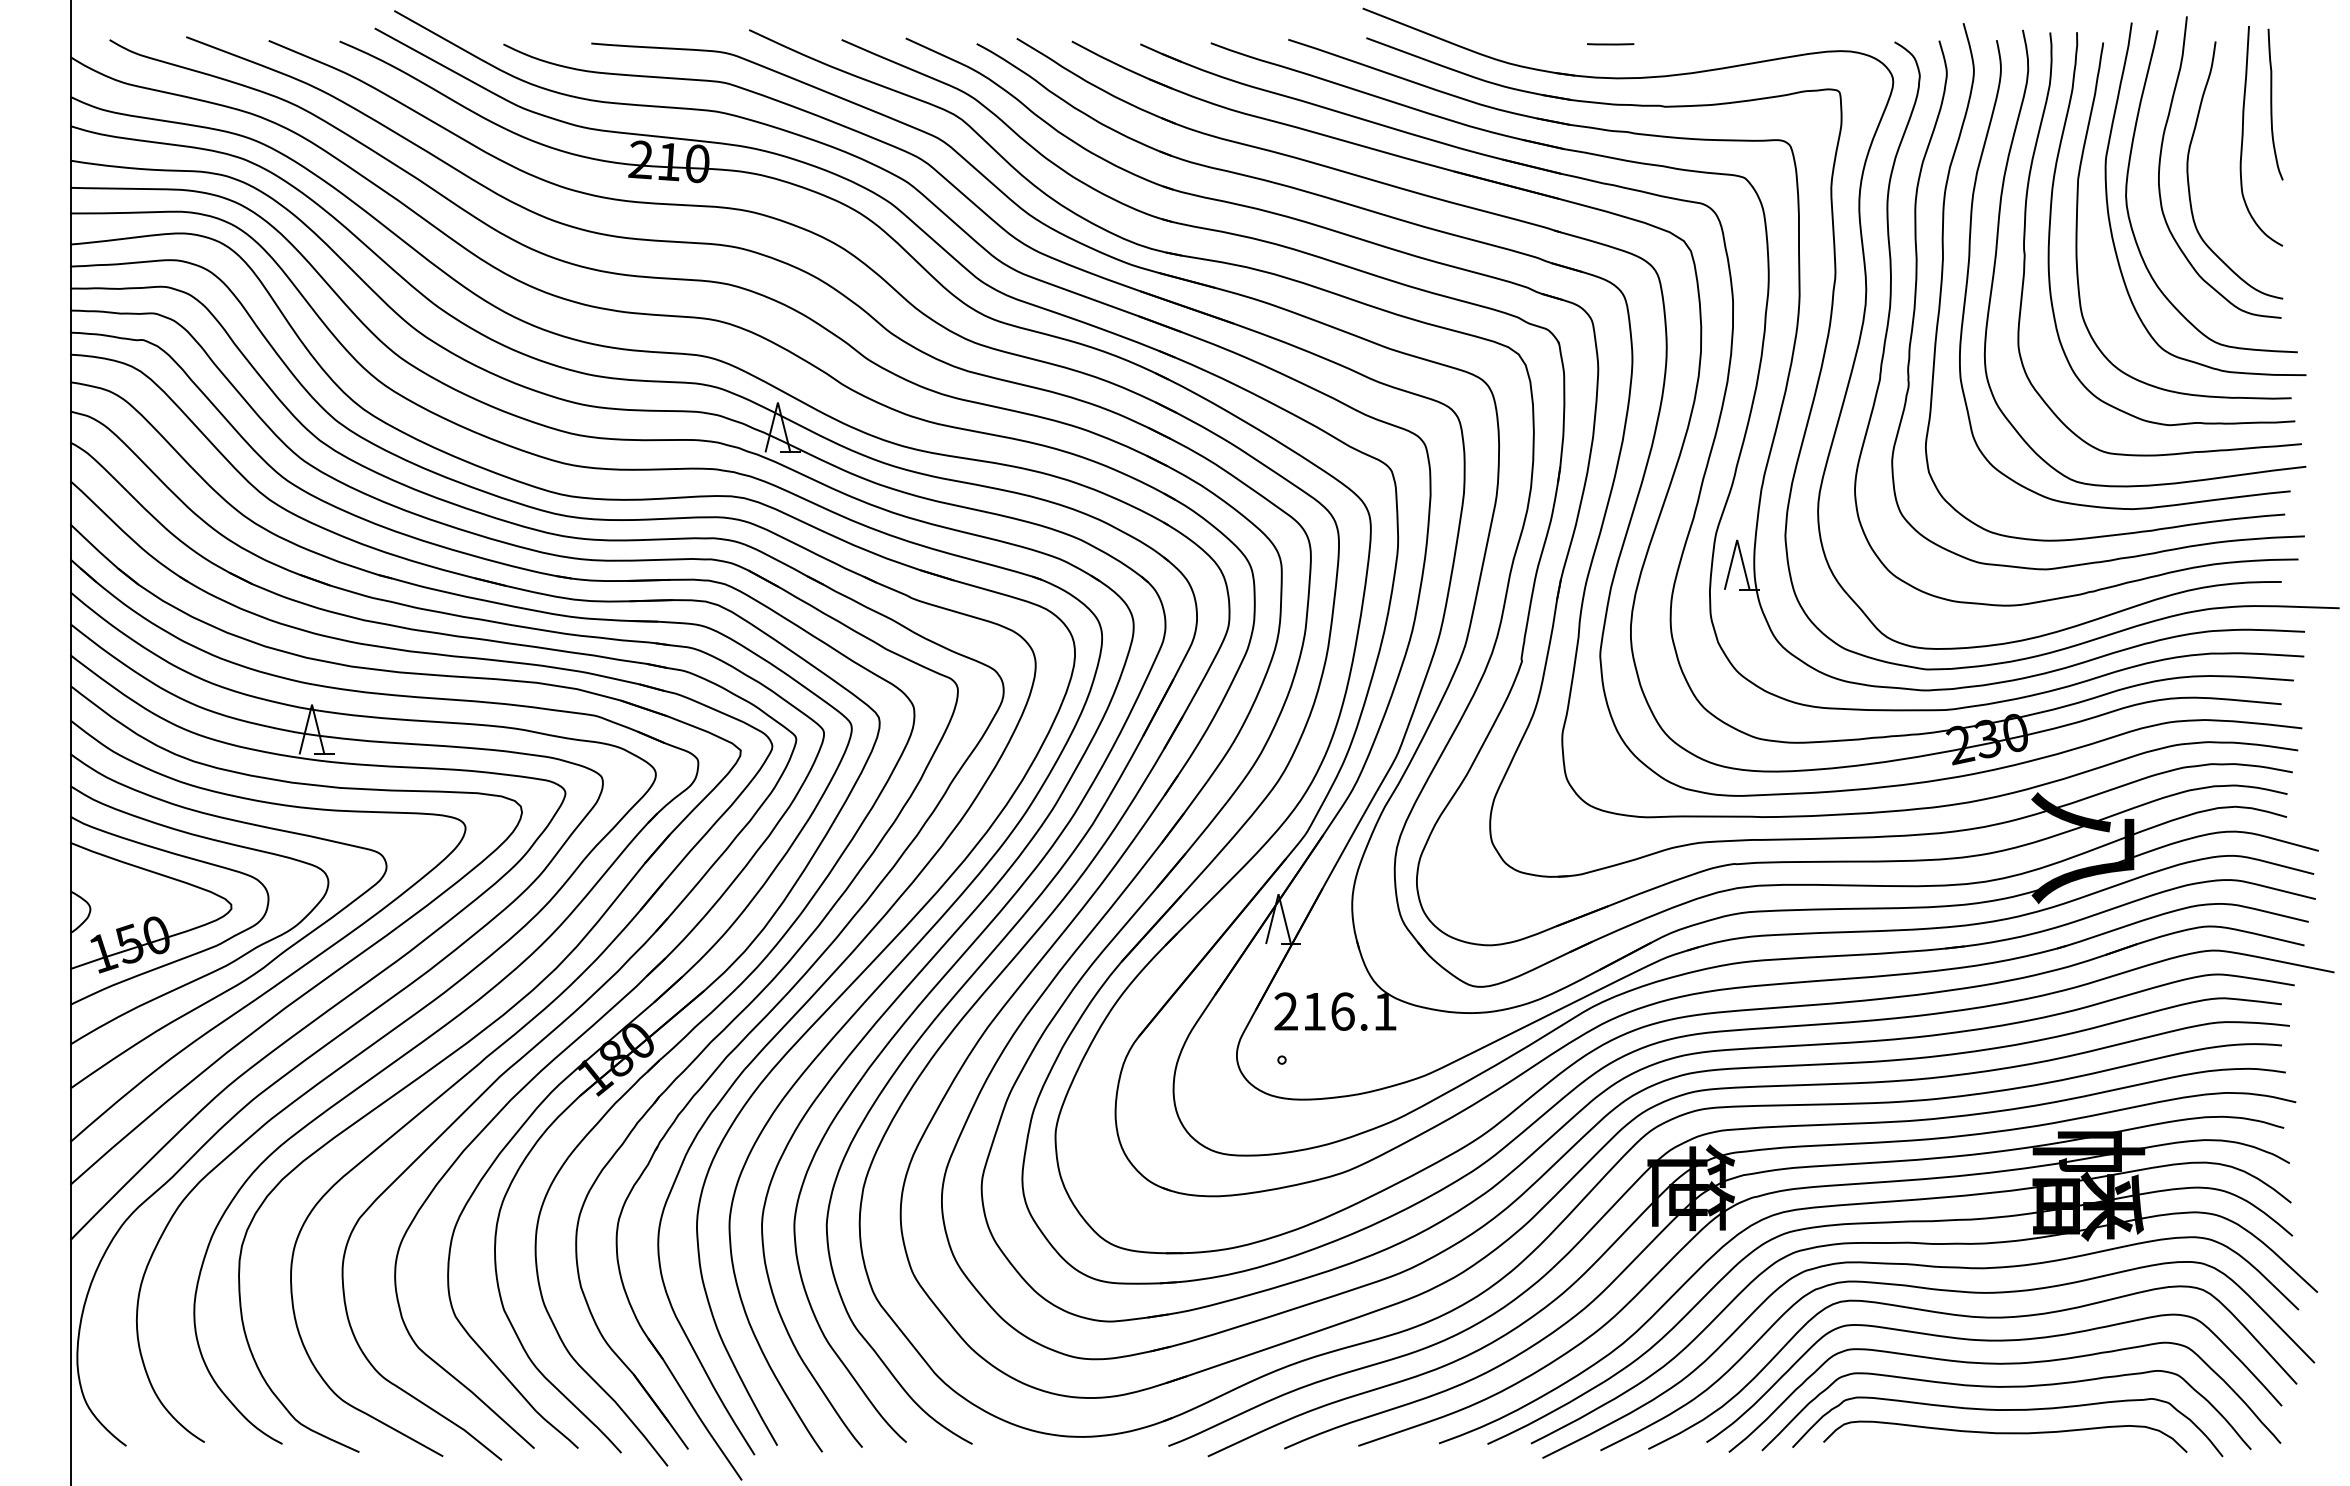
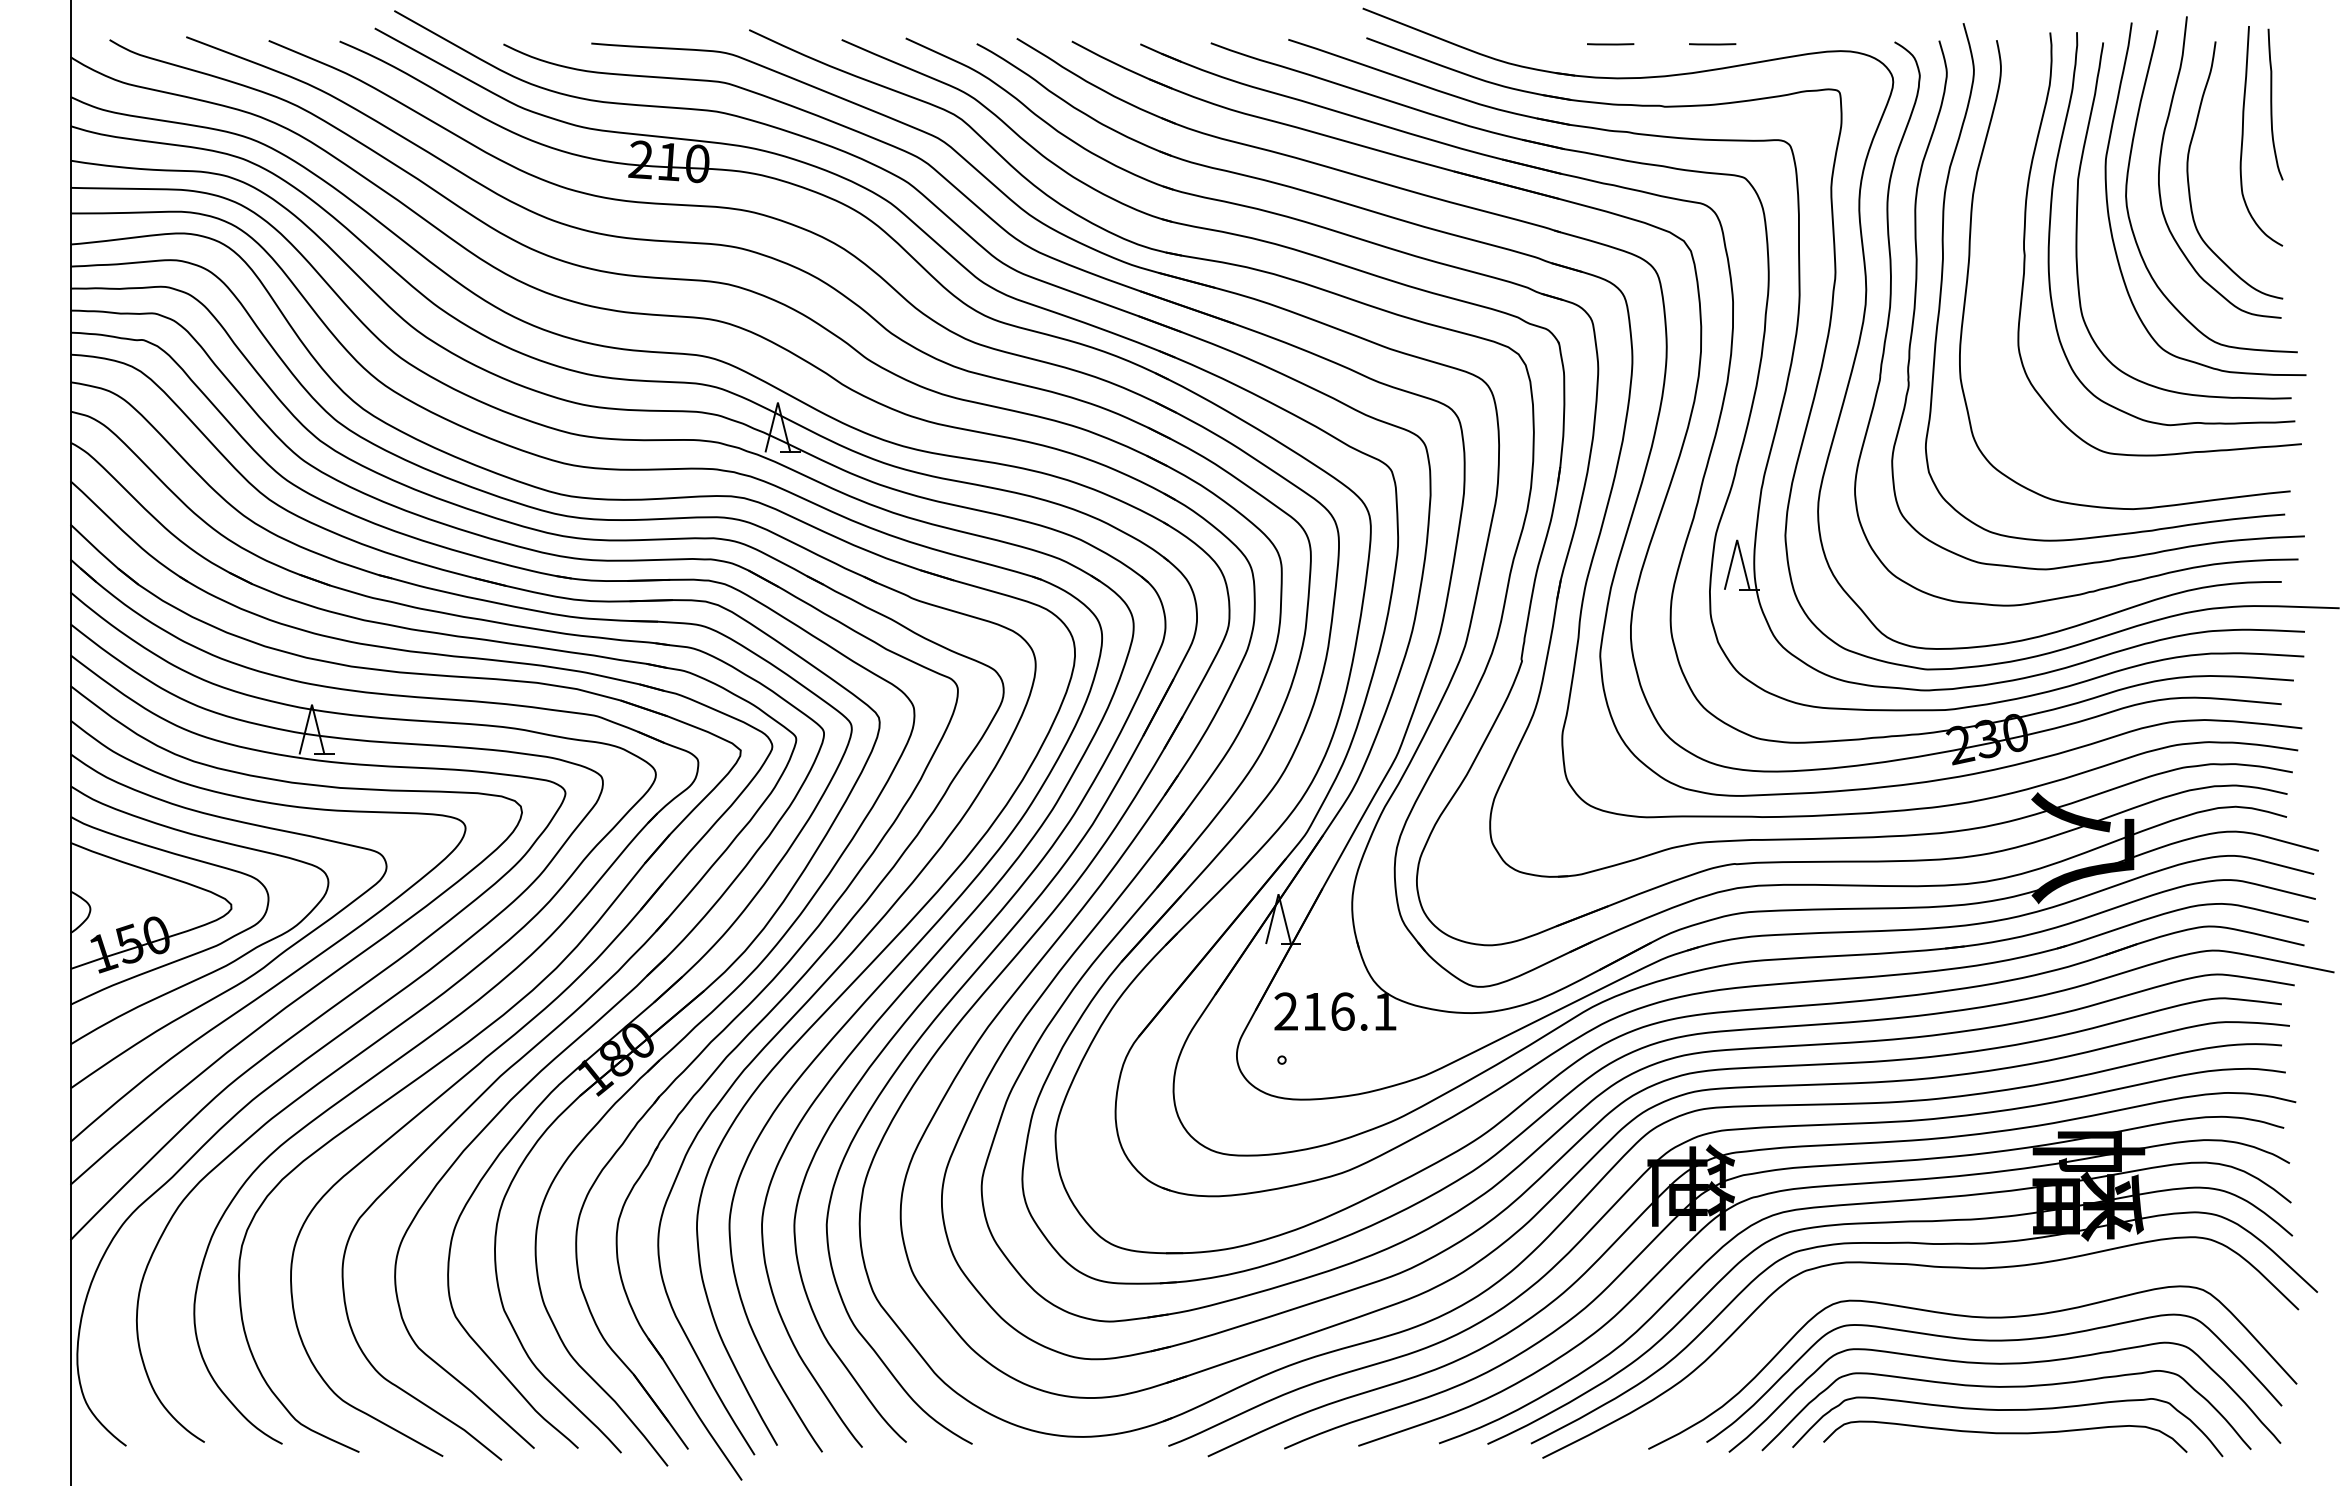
line at (1712, 44): none -> present
curve at (1997, 251): present -> none
curve at (1967, 1293): present -> none
